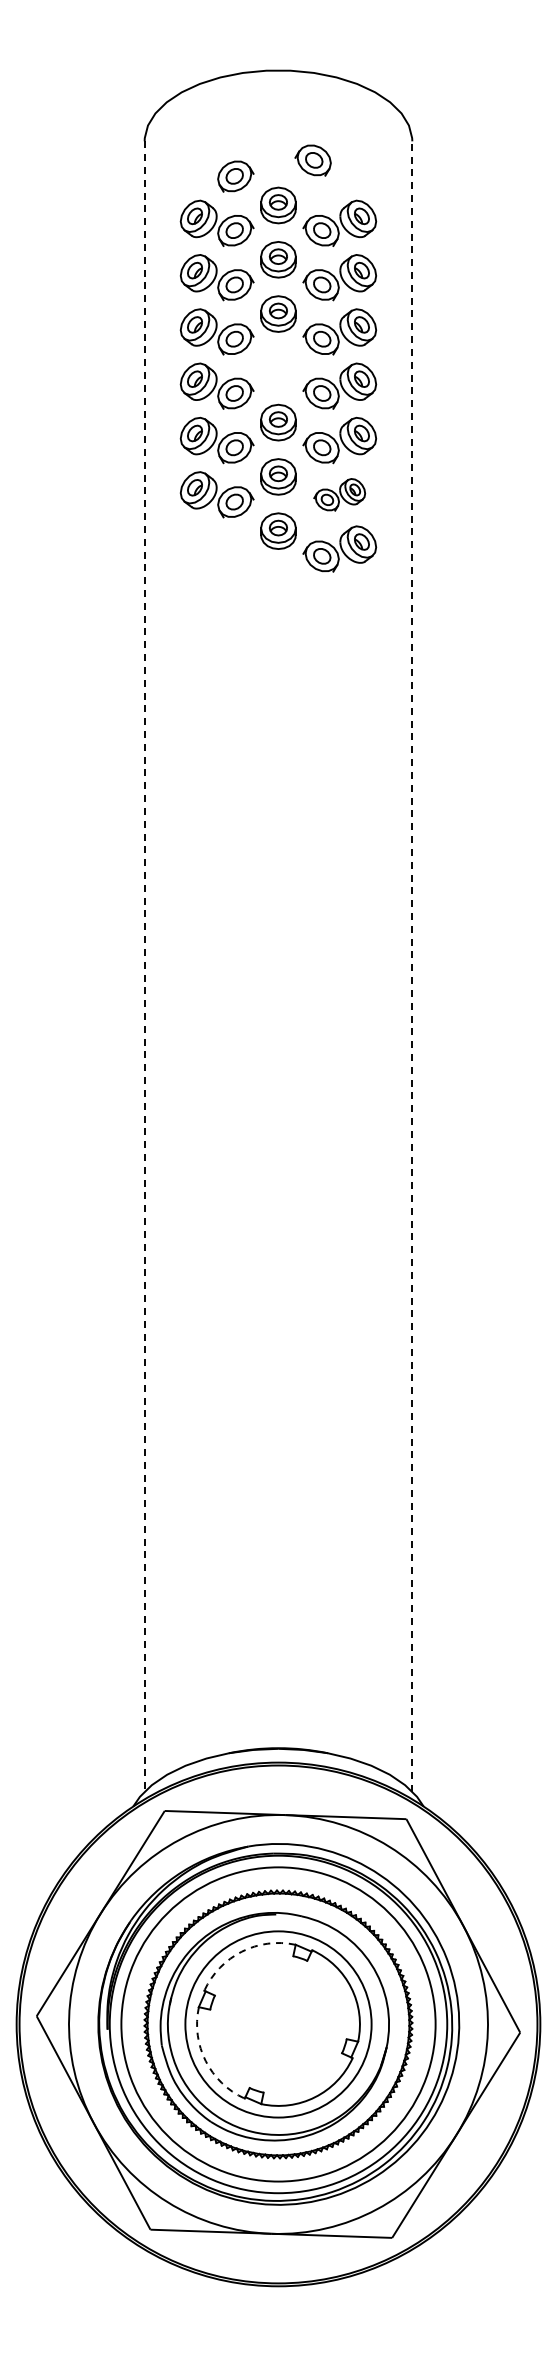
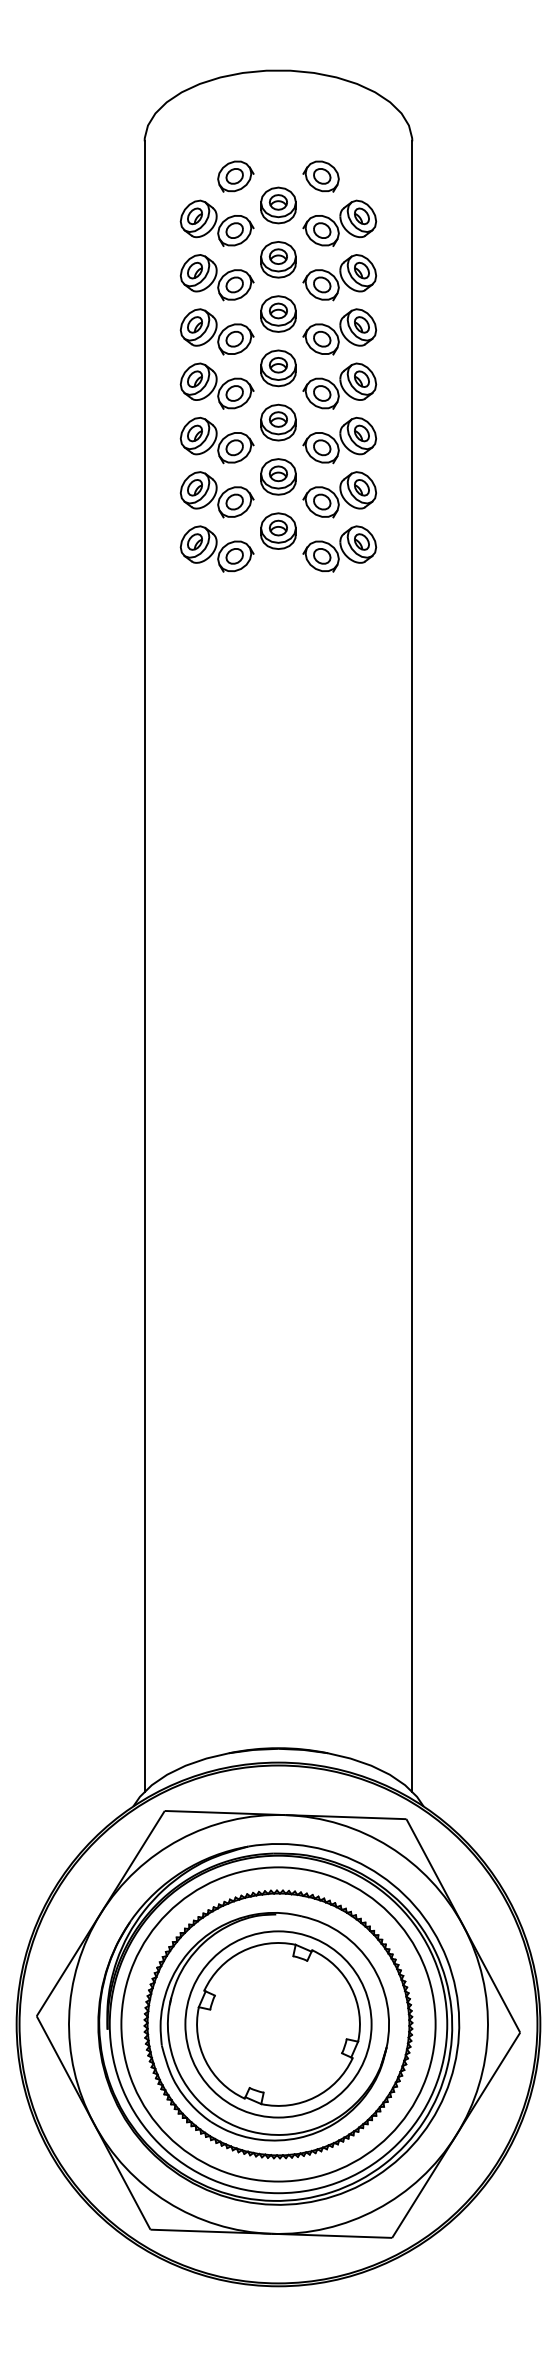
part at (312, 160) position: (312, 160) -> (320, 176)
part at (278, 368): none -> present
part at (339, 494) size: 54x34 px -> 75x48 px
part at (216, 548): none -> present
line at (412, 965): dashed -> solid
line at (144, 966): dashed -> solid
arc at (241, 1951): dashed -> solid
arc at (205, 2061): dashed -> solid
